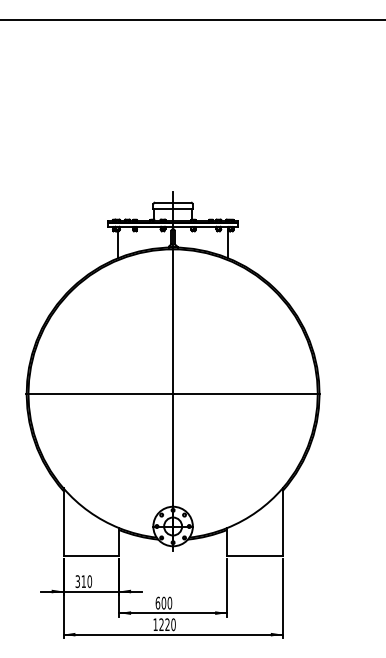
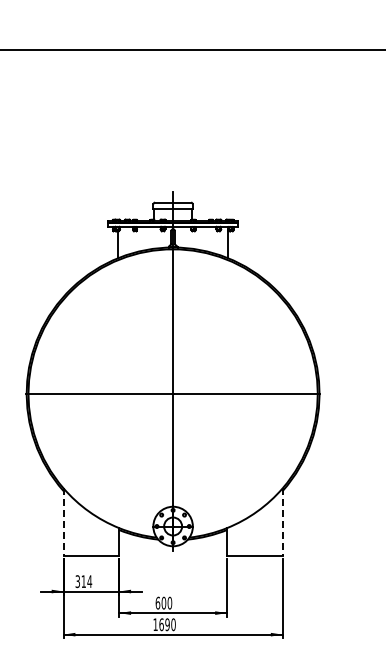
line at (192, 19) position: (192, 19) -> (192, 49)
line at (63, 521): solid -> dashed
line at (282, 521): solid -> dashed
text at (89, 581): 310 -> 314
text at (164, 624): 1220 -> 1690
